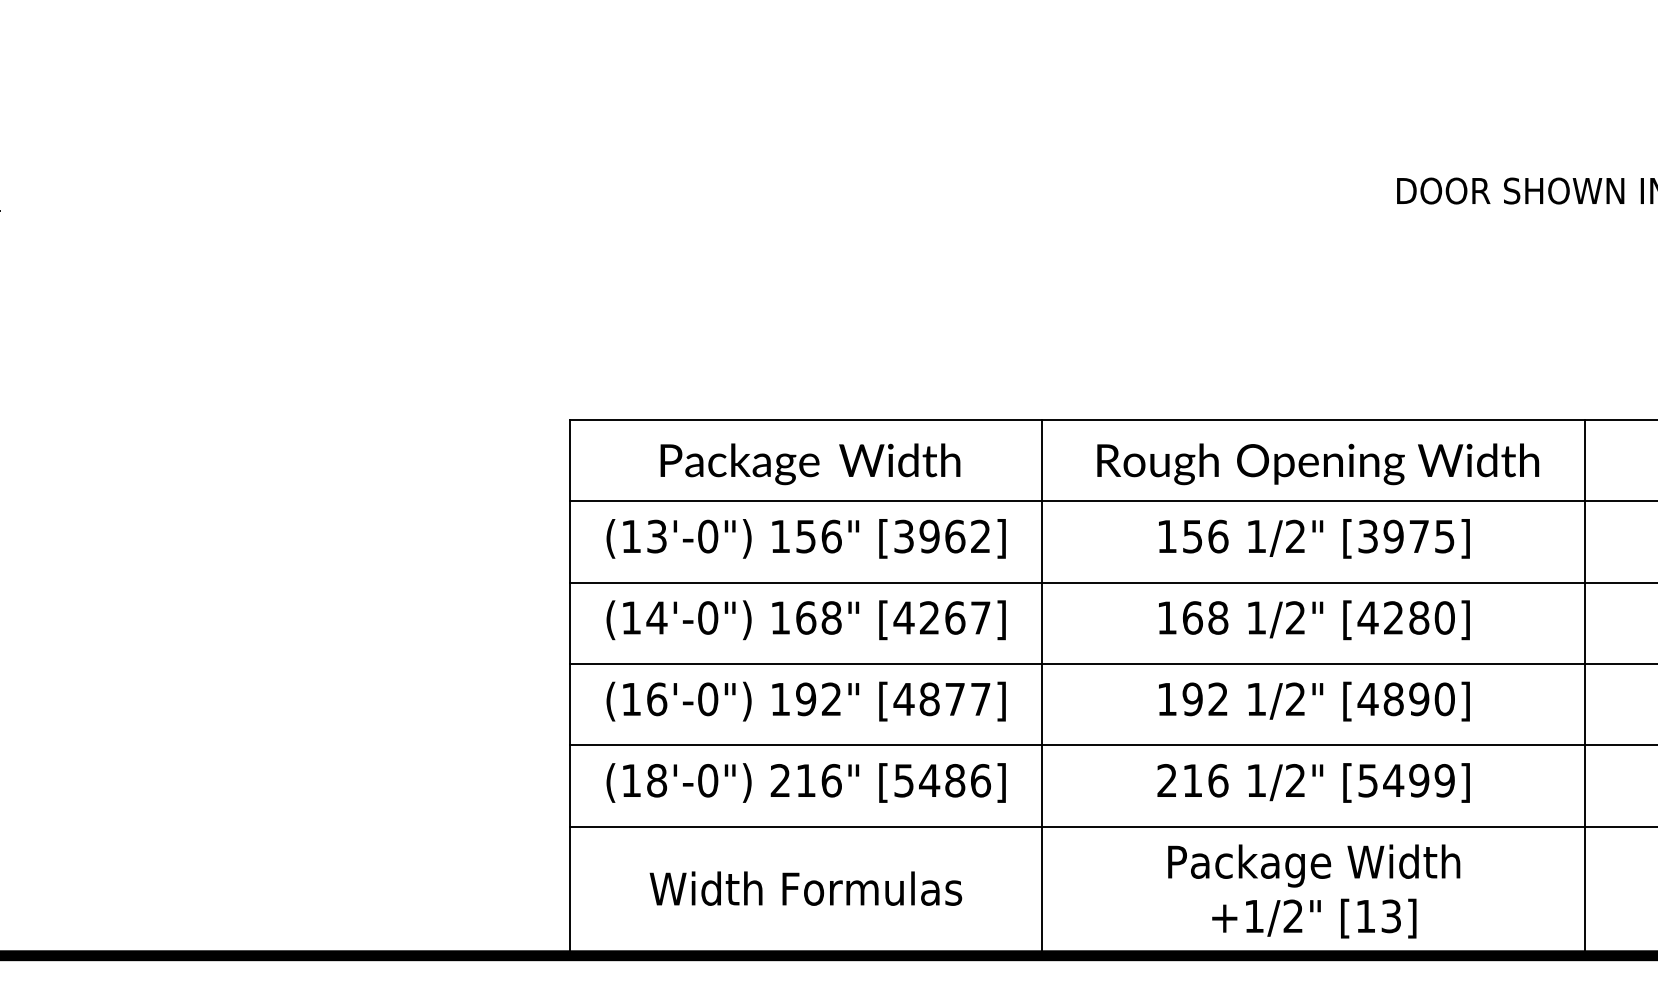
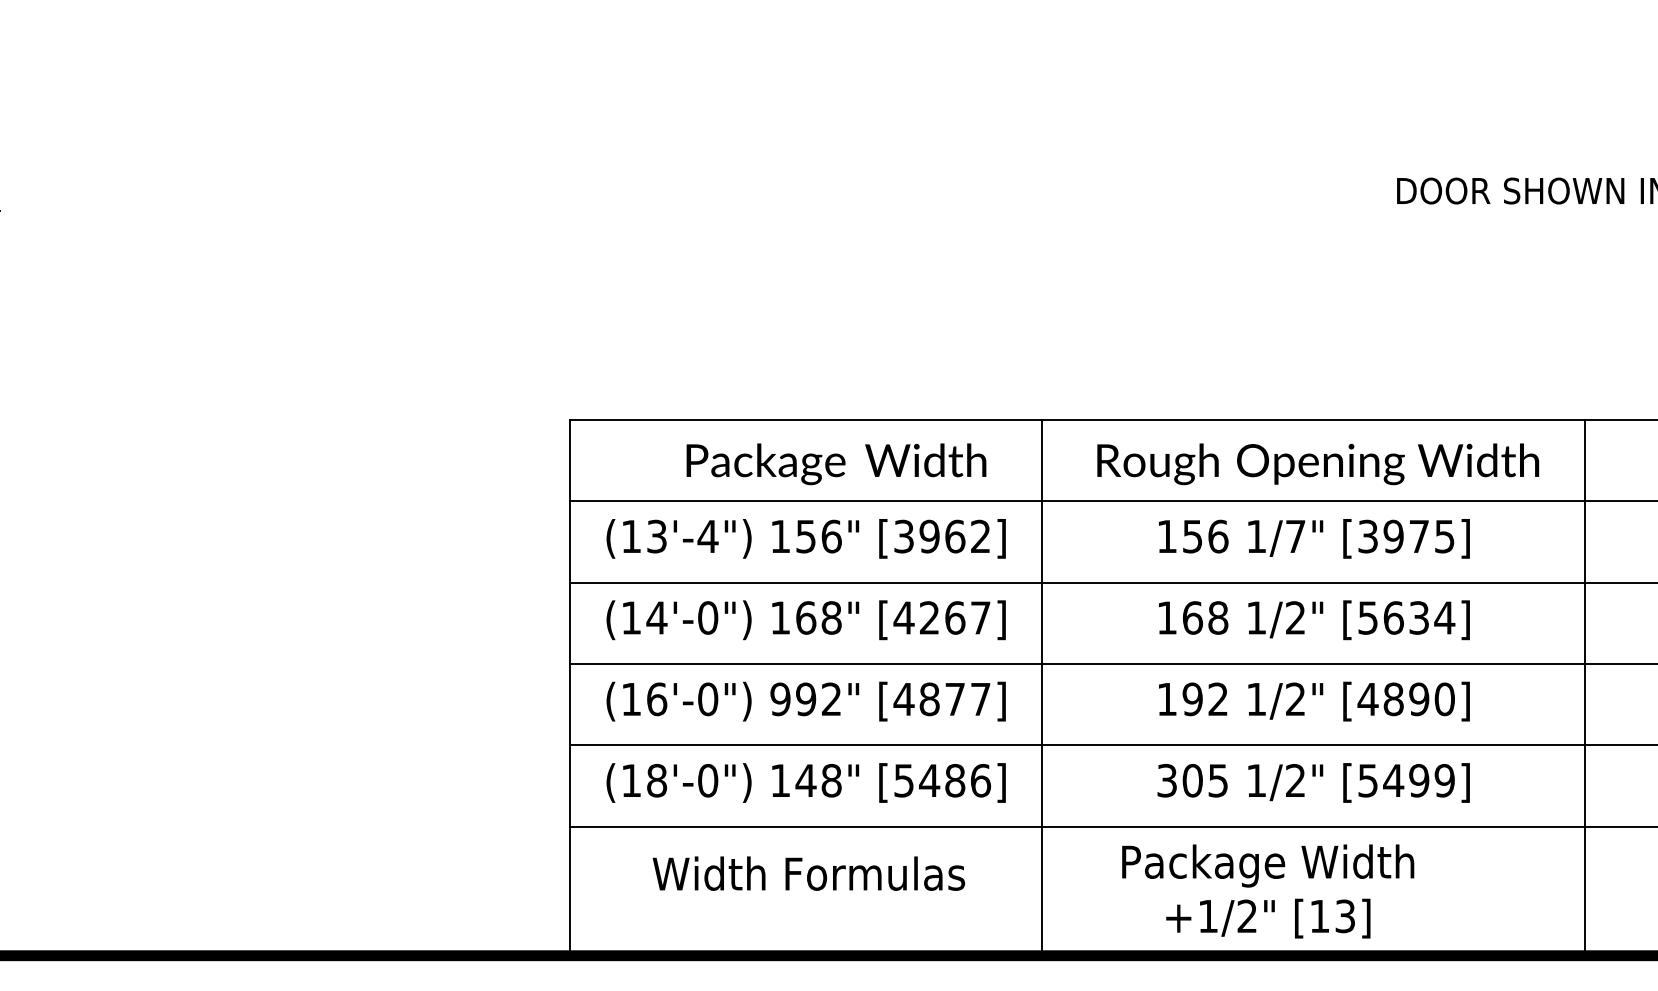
text at (810, 464) position: (810, 464) -> (836, 464)
text at (1295, 535): 1/2" -> 1/7"
text at (707, 536): (13'-0") -> (13'-4")
text at (1406, 617): [4280] -> [5634]
text at (780, 699): 192" -> 992"
text at (805, 780): 216" -> 148"
text at (1192, 780): 216 -> 305
text at (805, 888) position: (805, 888) -> (808, 873)
text at (1314, 891) position: (1314, 891) -> (1268, 891)
